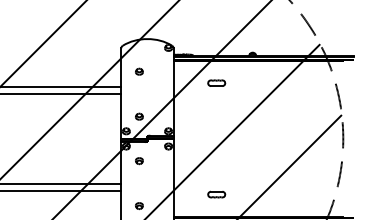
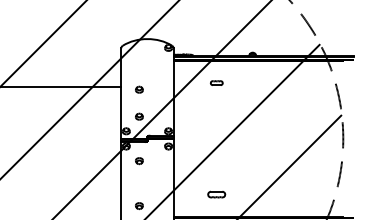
part at (139, 71) position: (139, 71) -> (139, 89)
part at (216, 82) size: 20x8 px -> 14x6 px
line at (61, 94): present -> none
line at (61, 183): present -> none
line at (61, 190): present -> none
